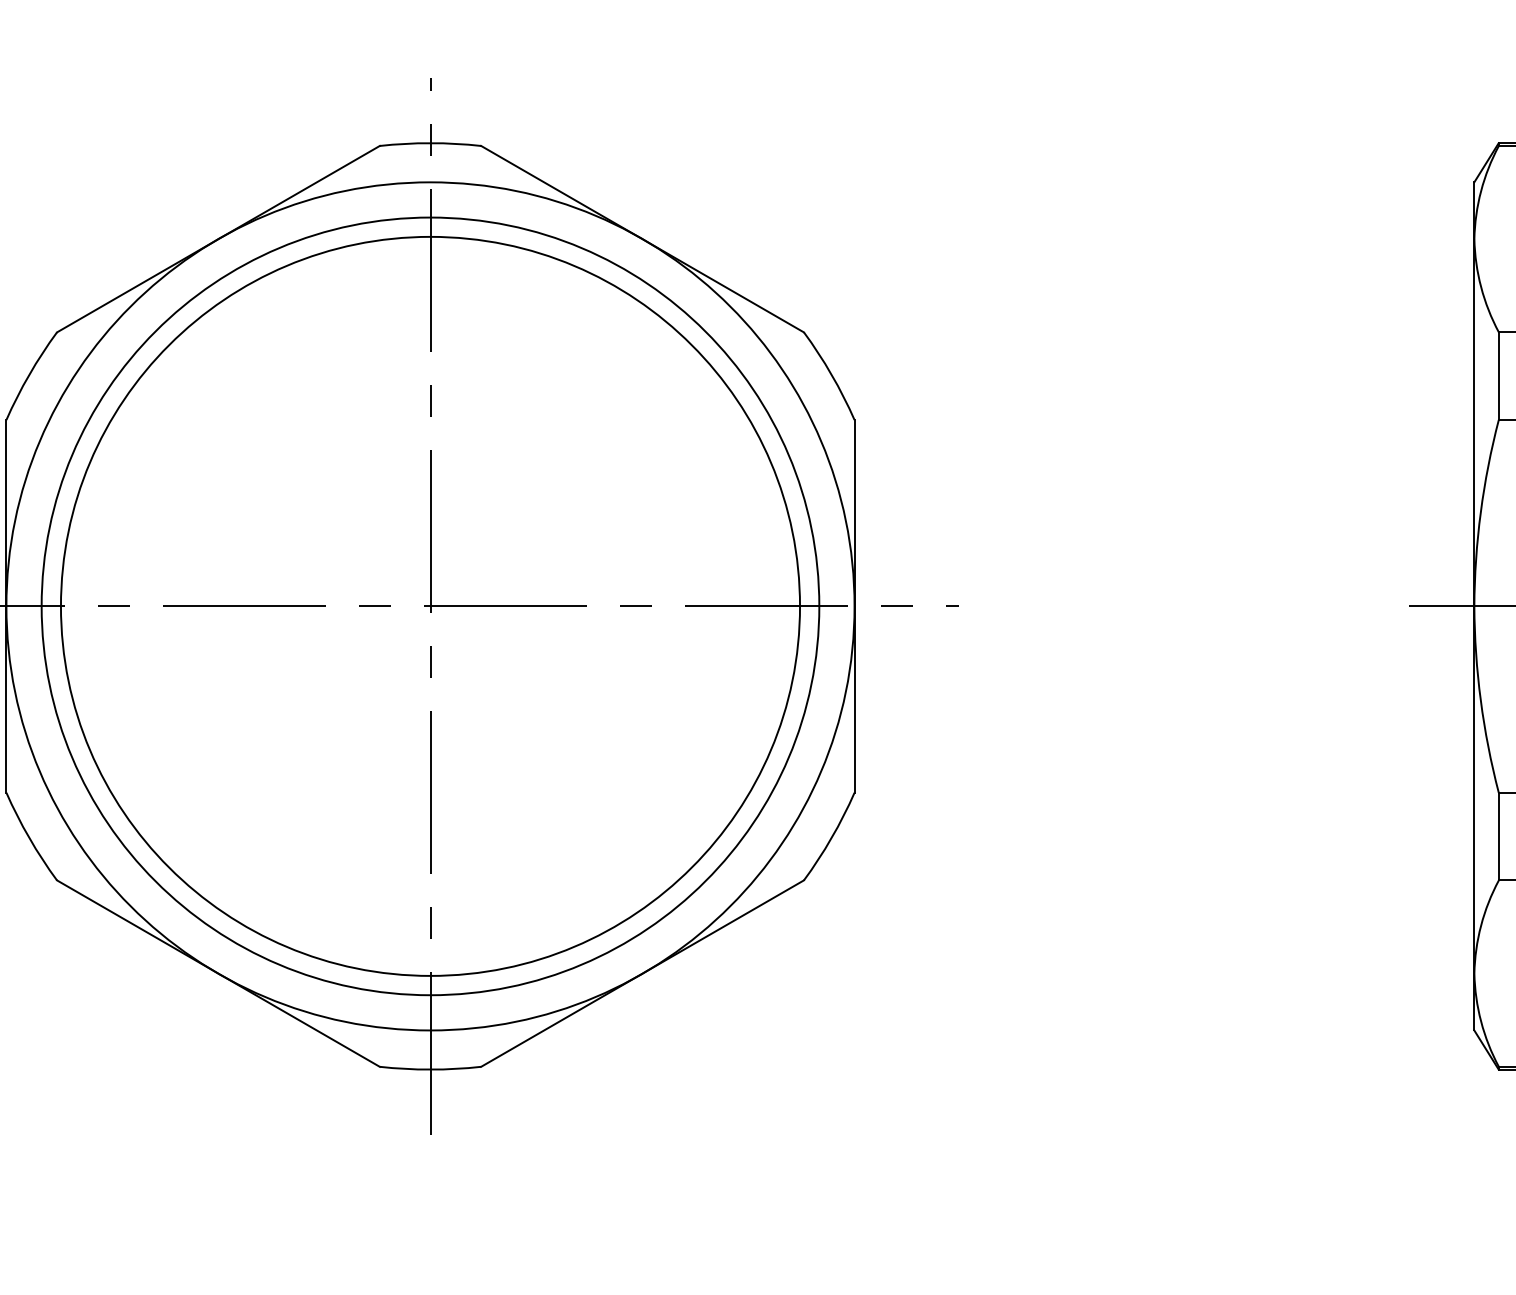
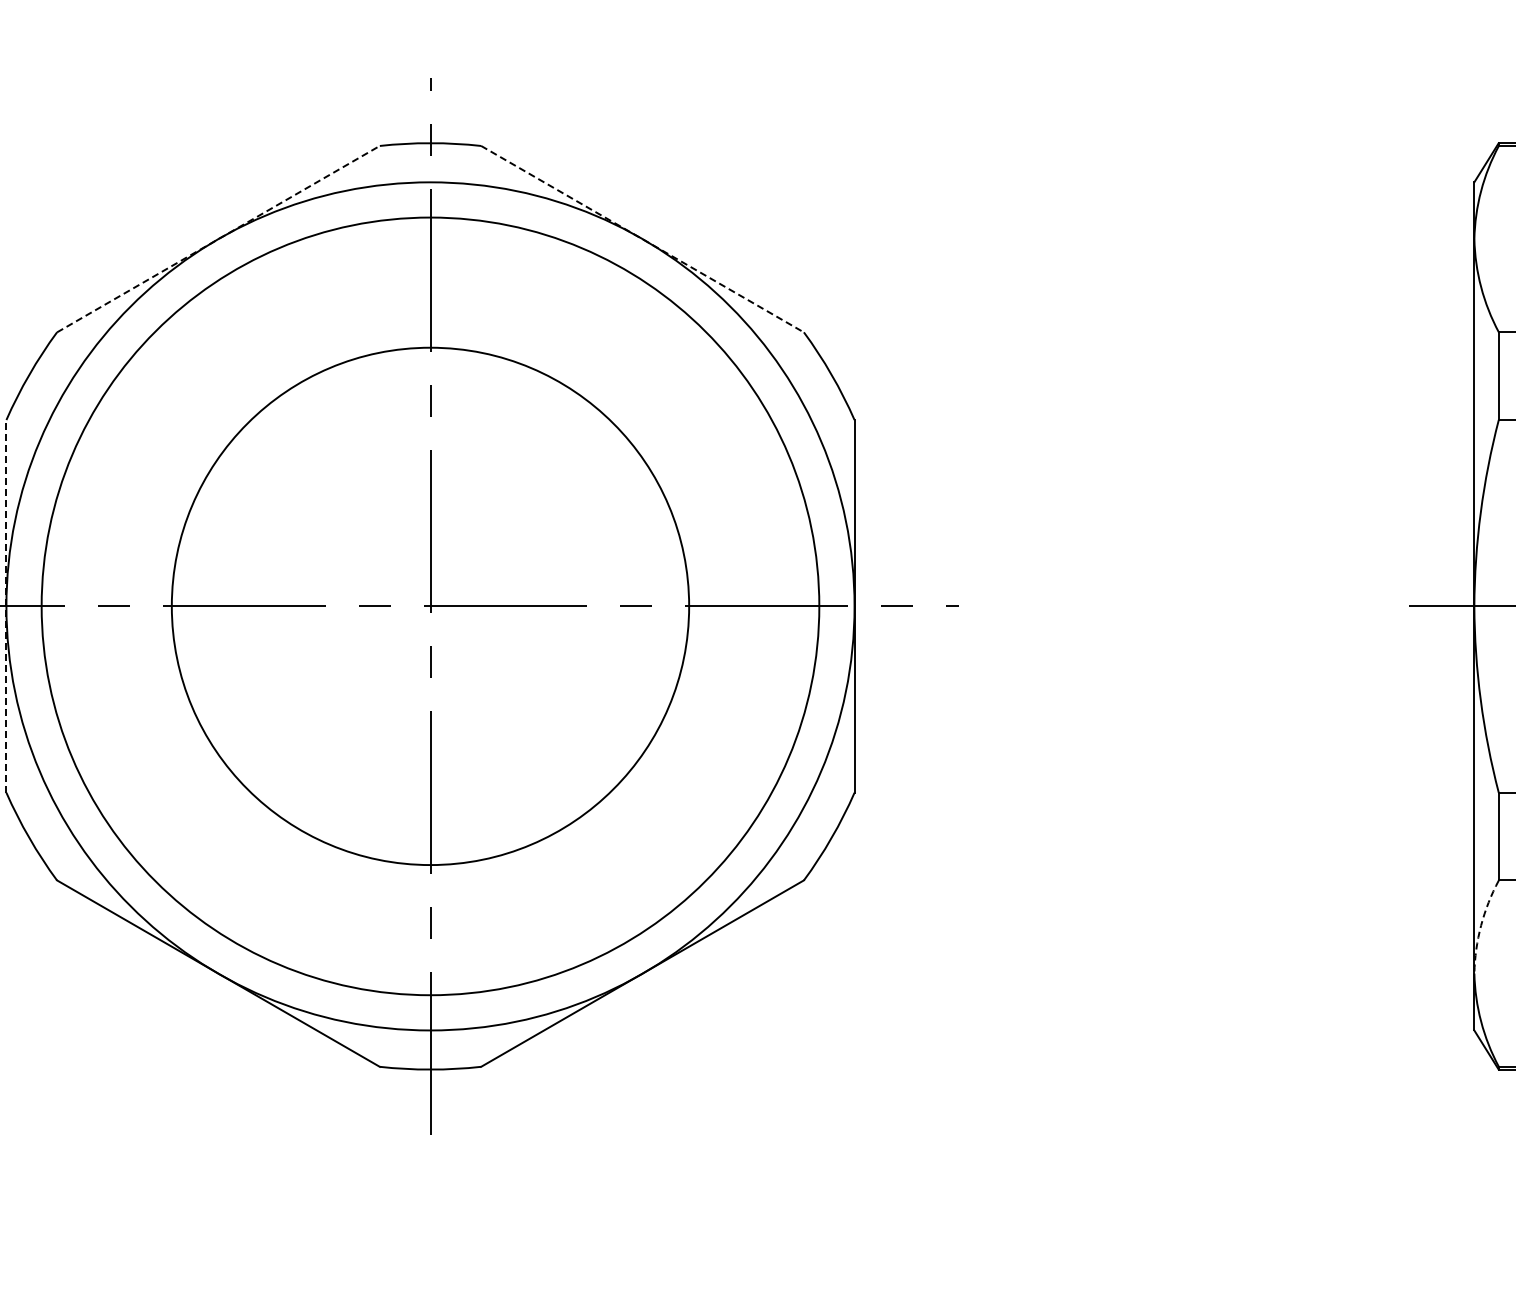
line at (218, 238): solid -> dashed
line at (642, 239): solid -> dashed
line at (6, 605): solid -> dashed
circle at (430, 605) diameter: 739 px -> 517 px
arc at (1481, 925): solid -> dashed
